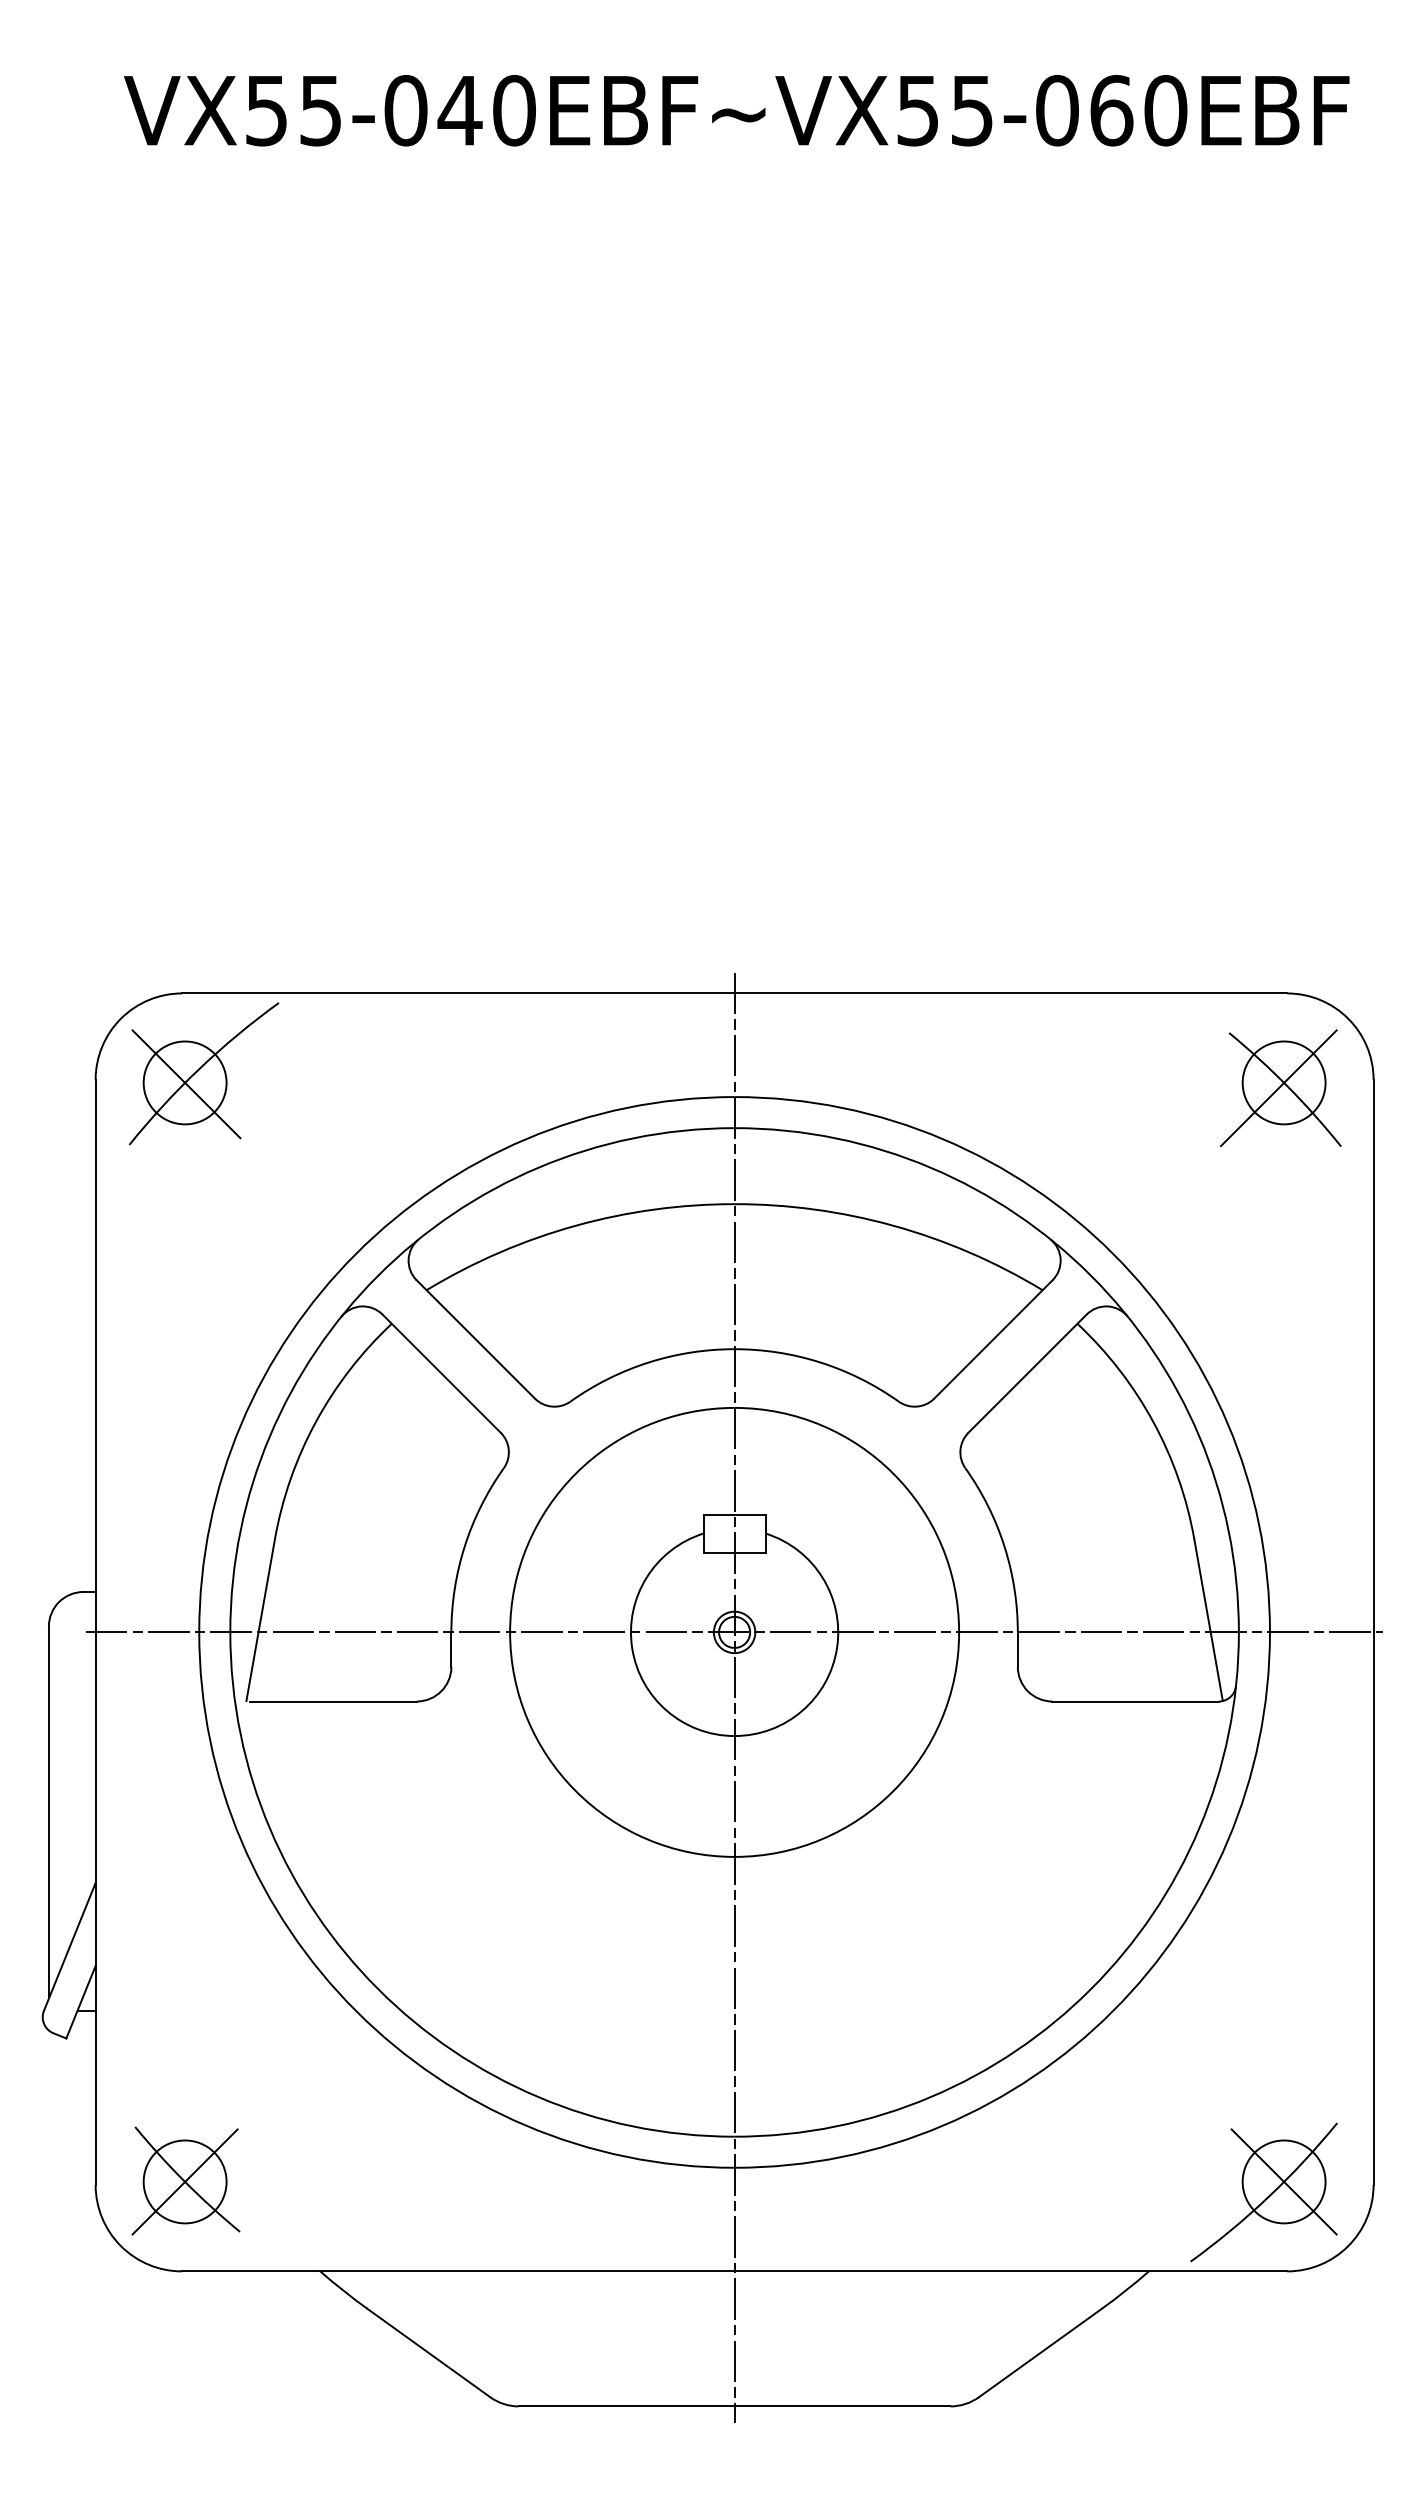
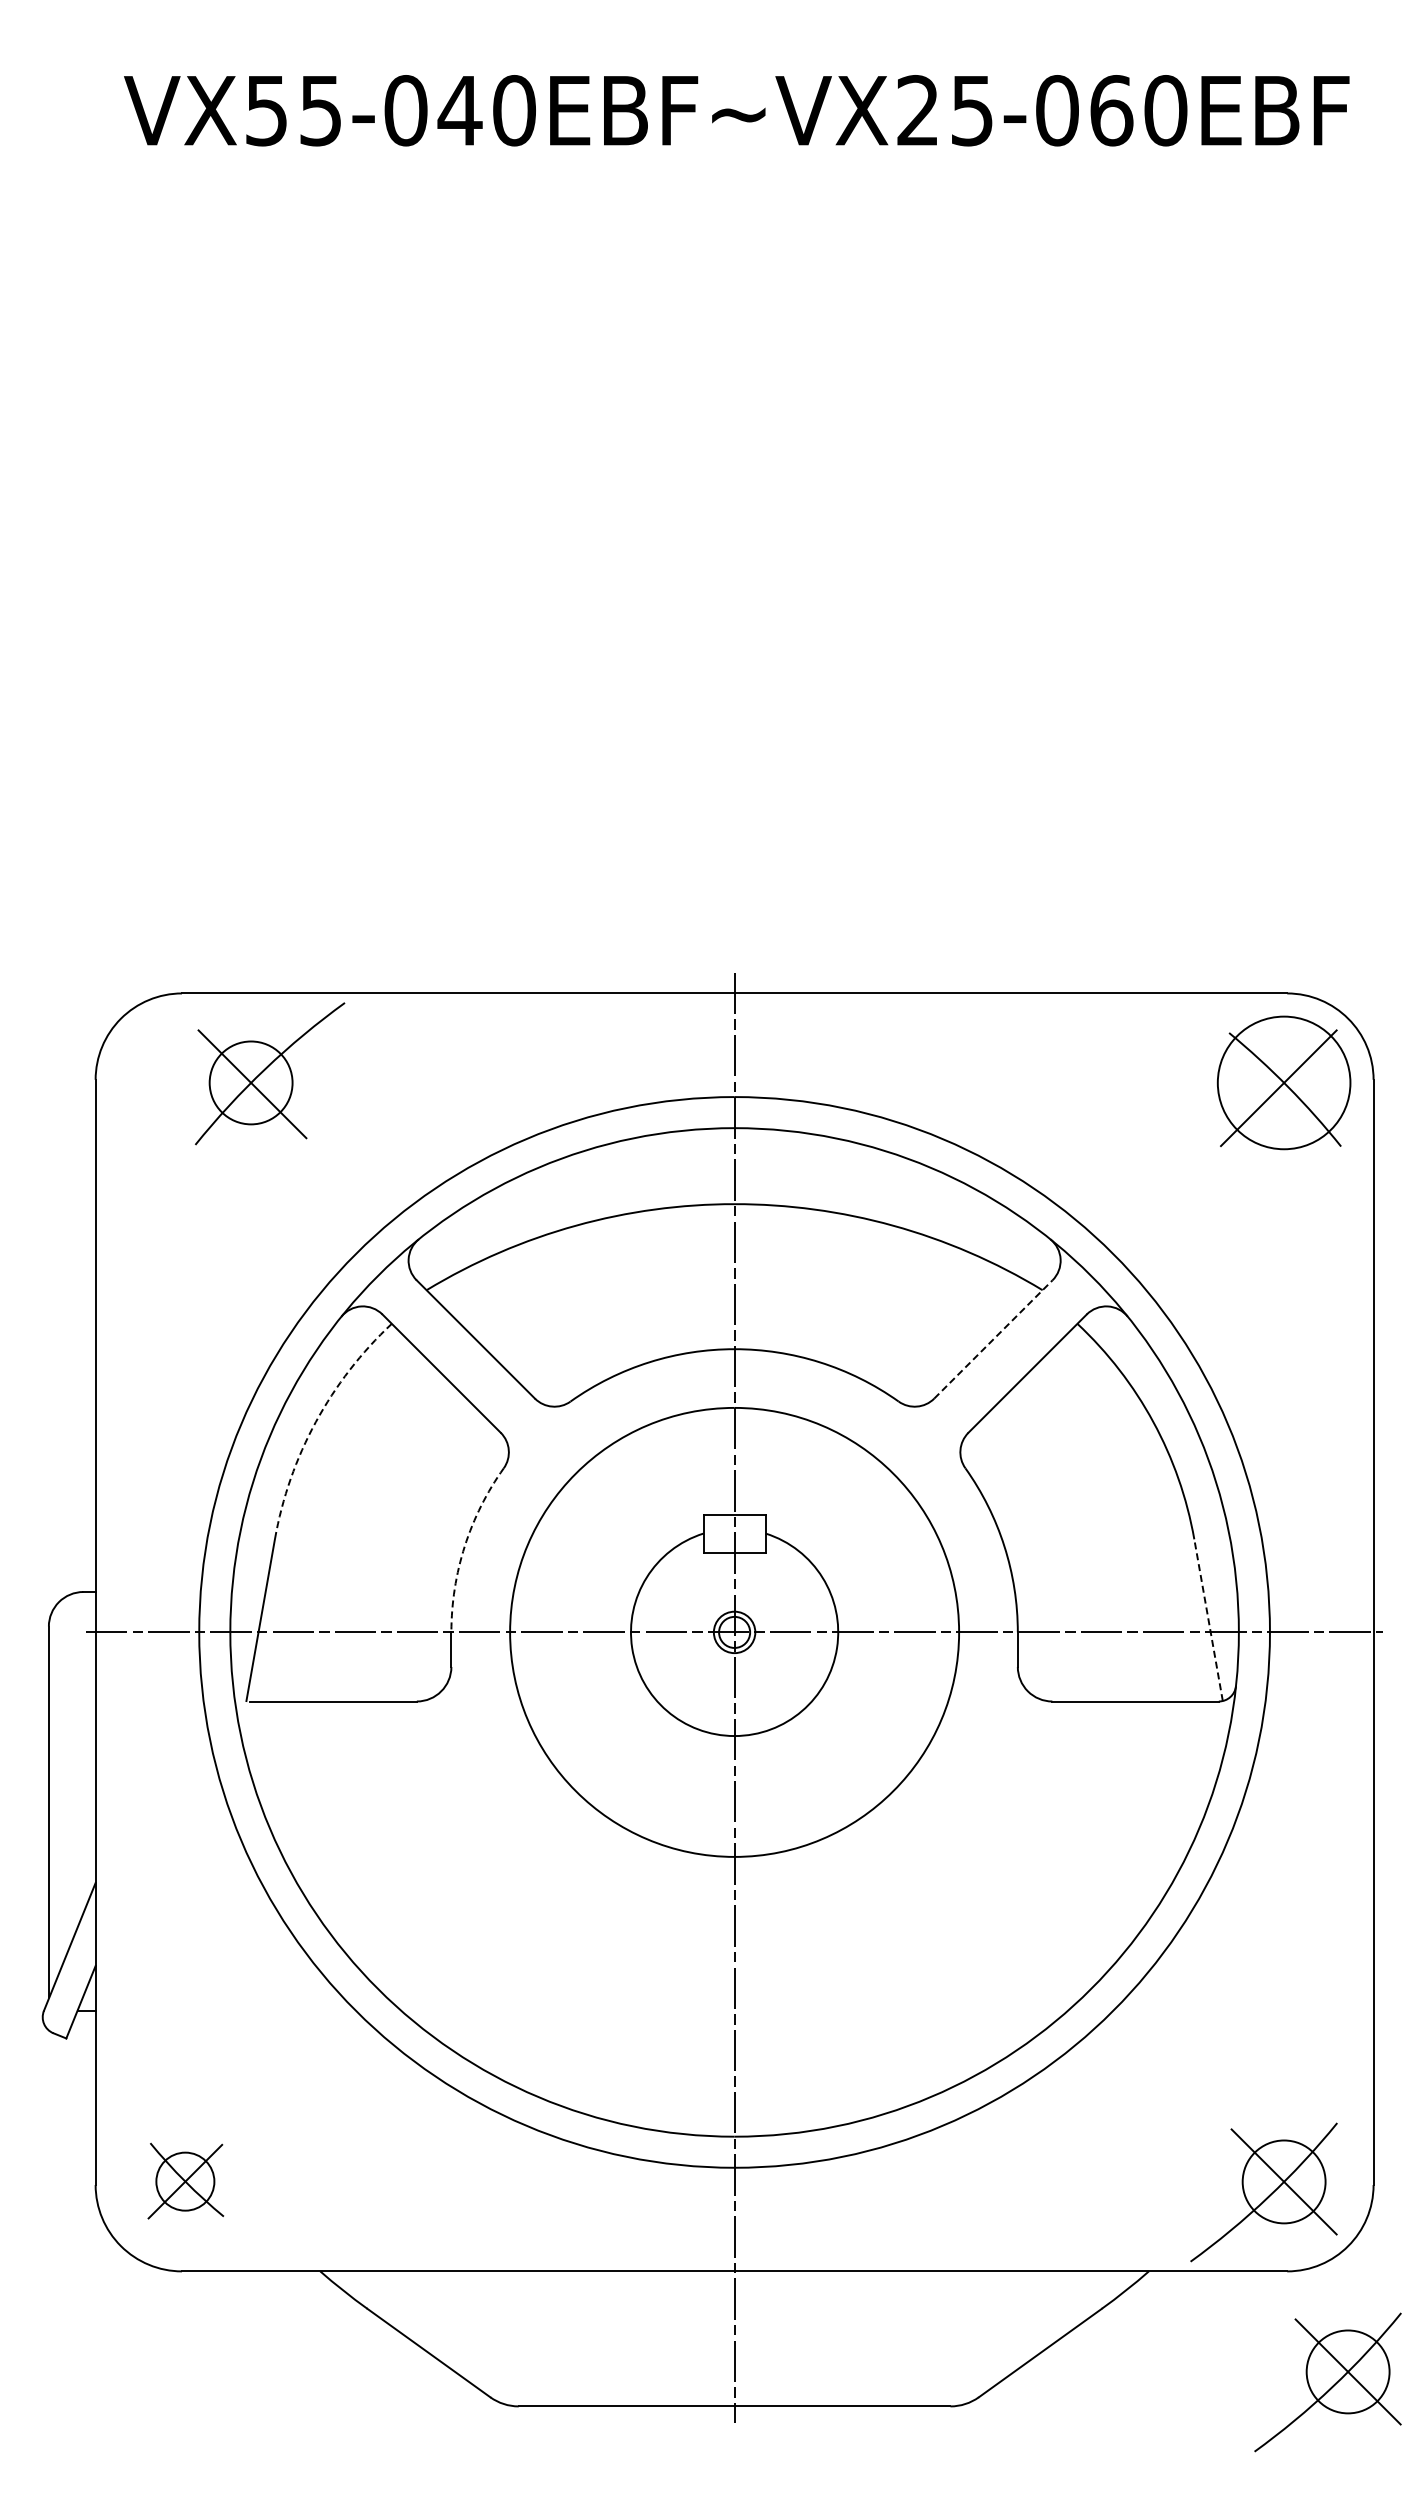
text at (917, 110): VX55-040EBF~VX55-060EBF -> VX55-040EBF~VX25-060EBF
part at (204, 1073) position: (204, 1073) -> (270, 1073)
circle at (1283, 1082) diameter: 83 px -> 133 px
line at (993, 1339): solid -> dashed
arc at (315, 1422): solid -> dashed
arc at (464, 1546): solid -> dashed
line at (1208, 1619): solid -> dashed
part at (185, 2180) size: 110x110 px -> 78x78 px
part at (1327, 2382): none -> present
